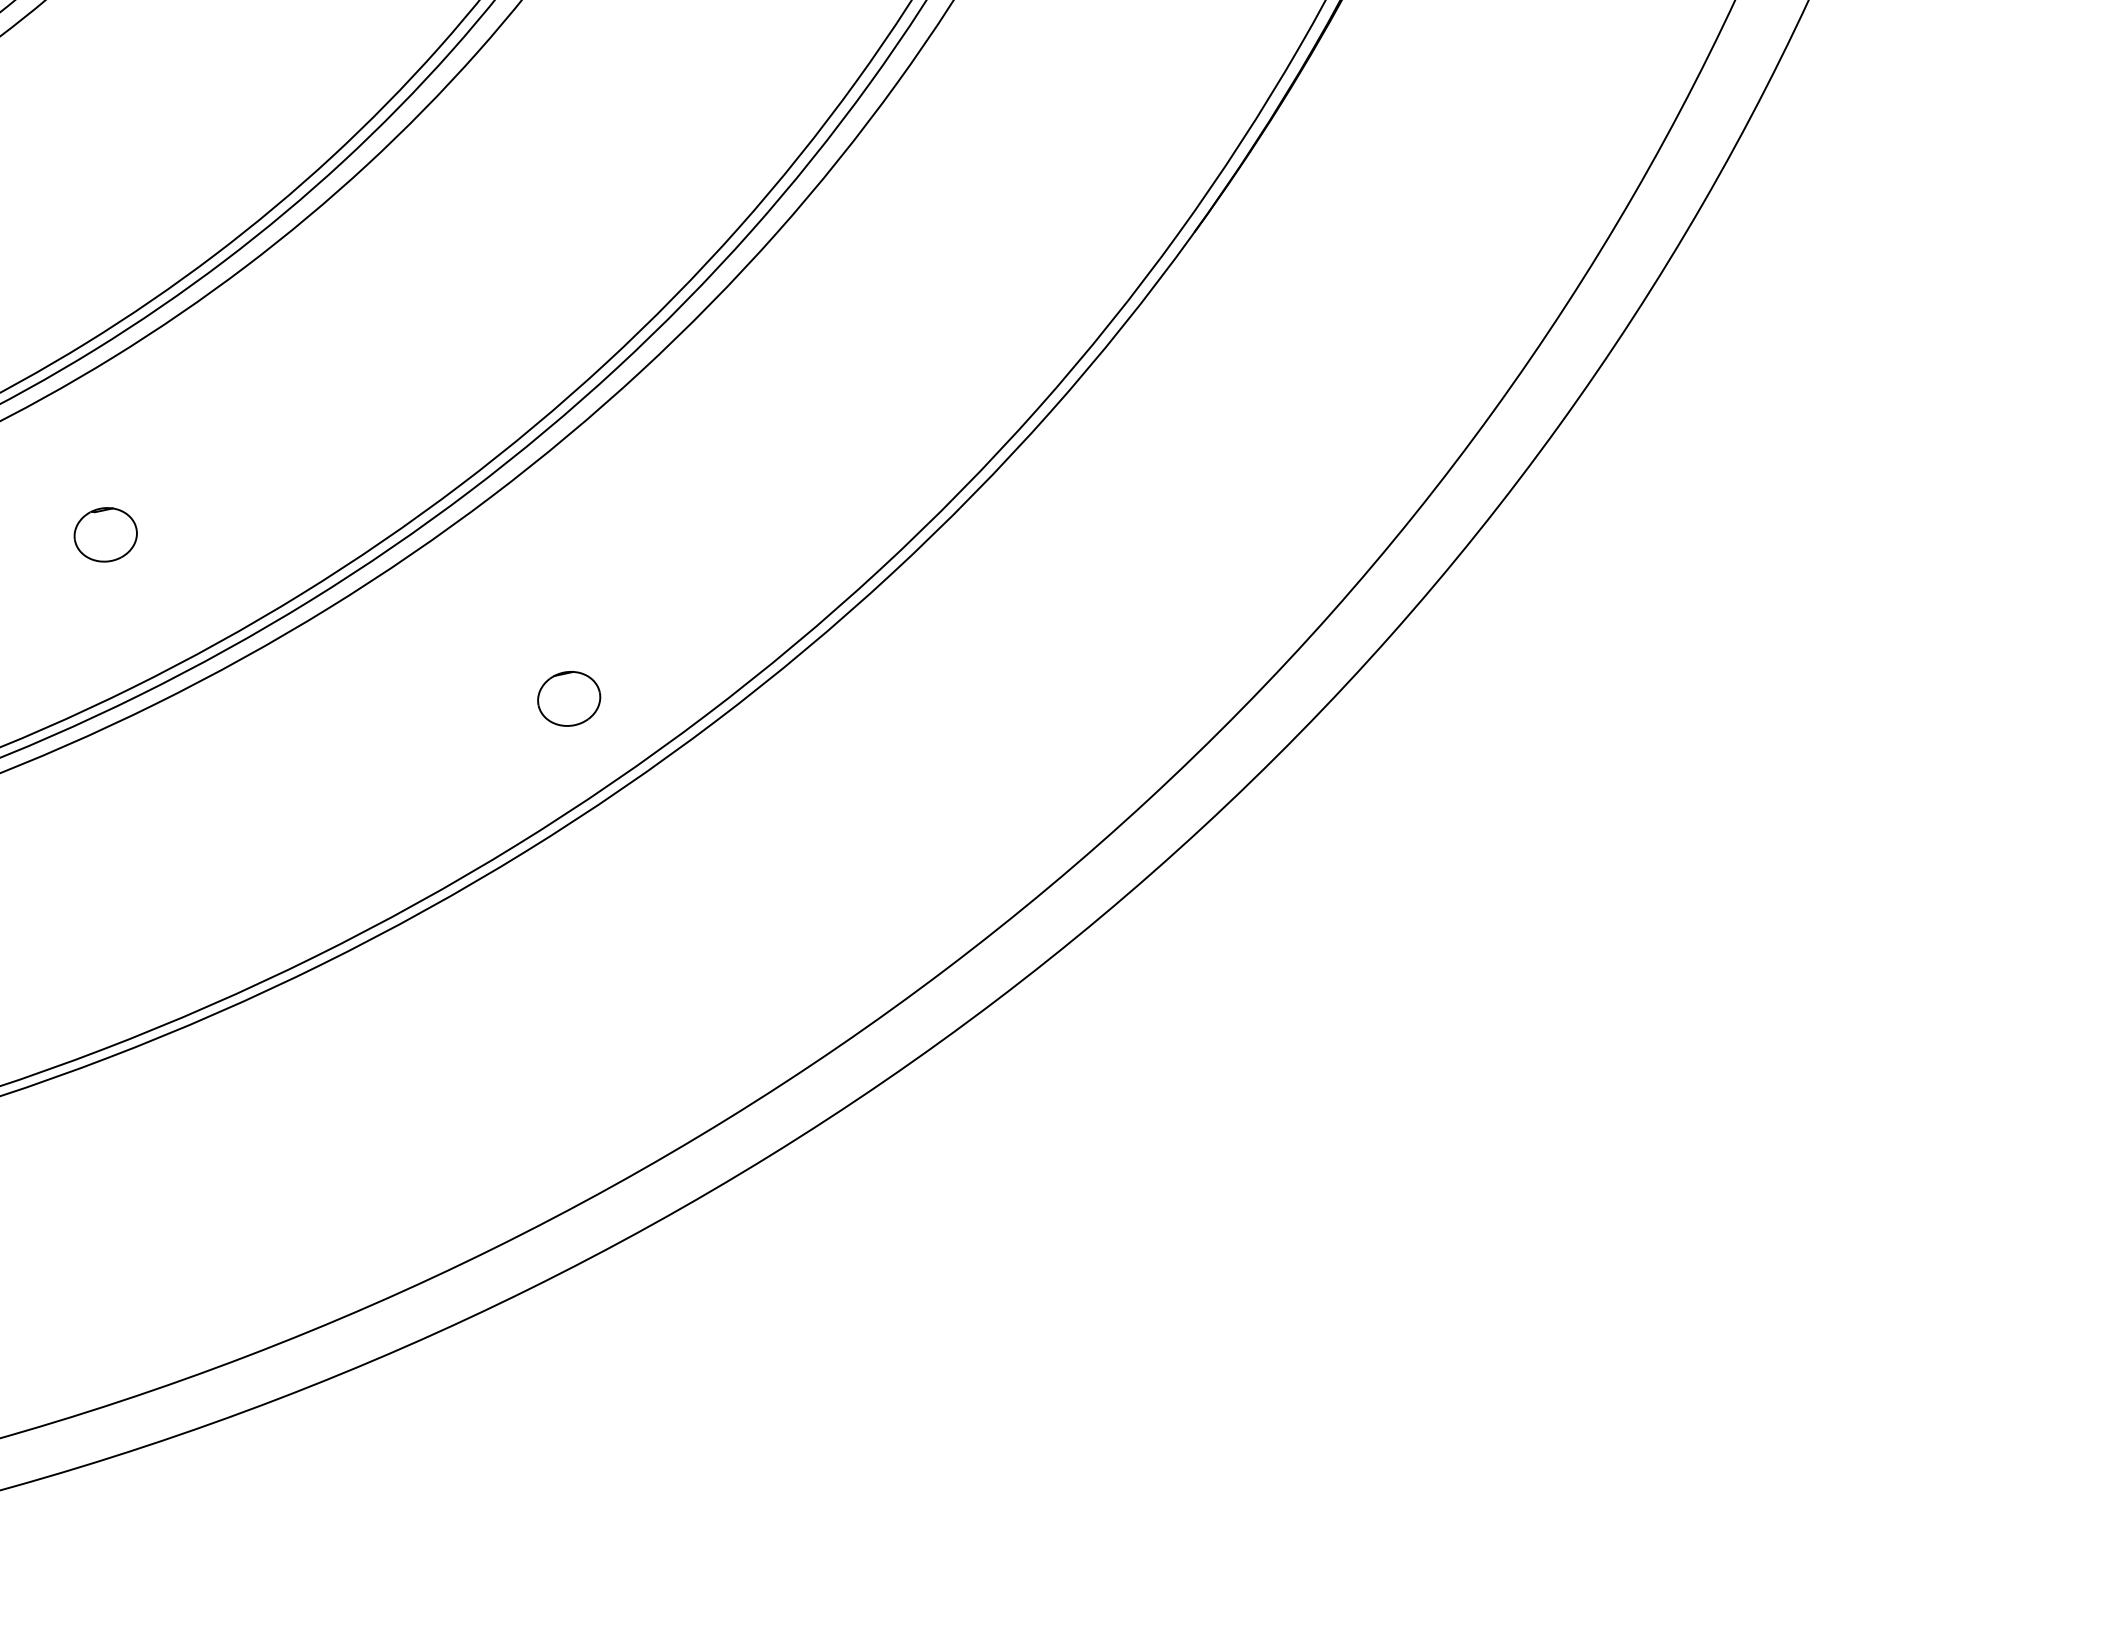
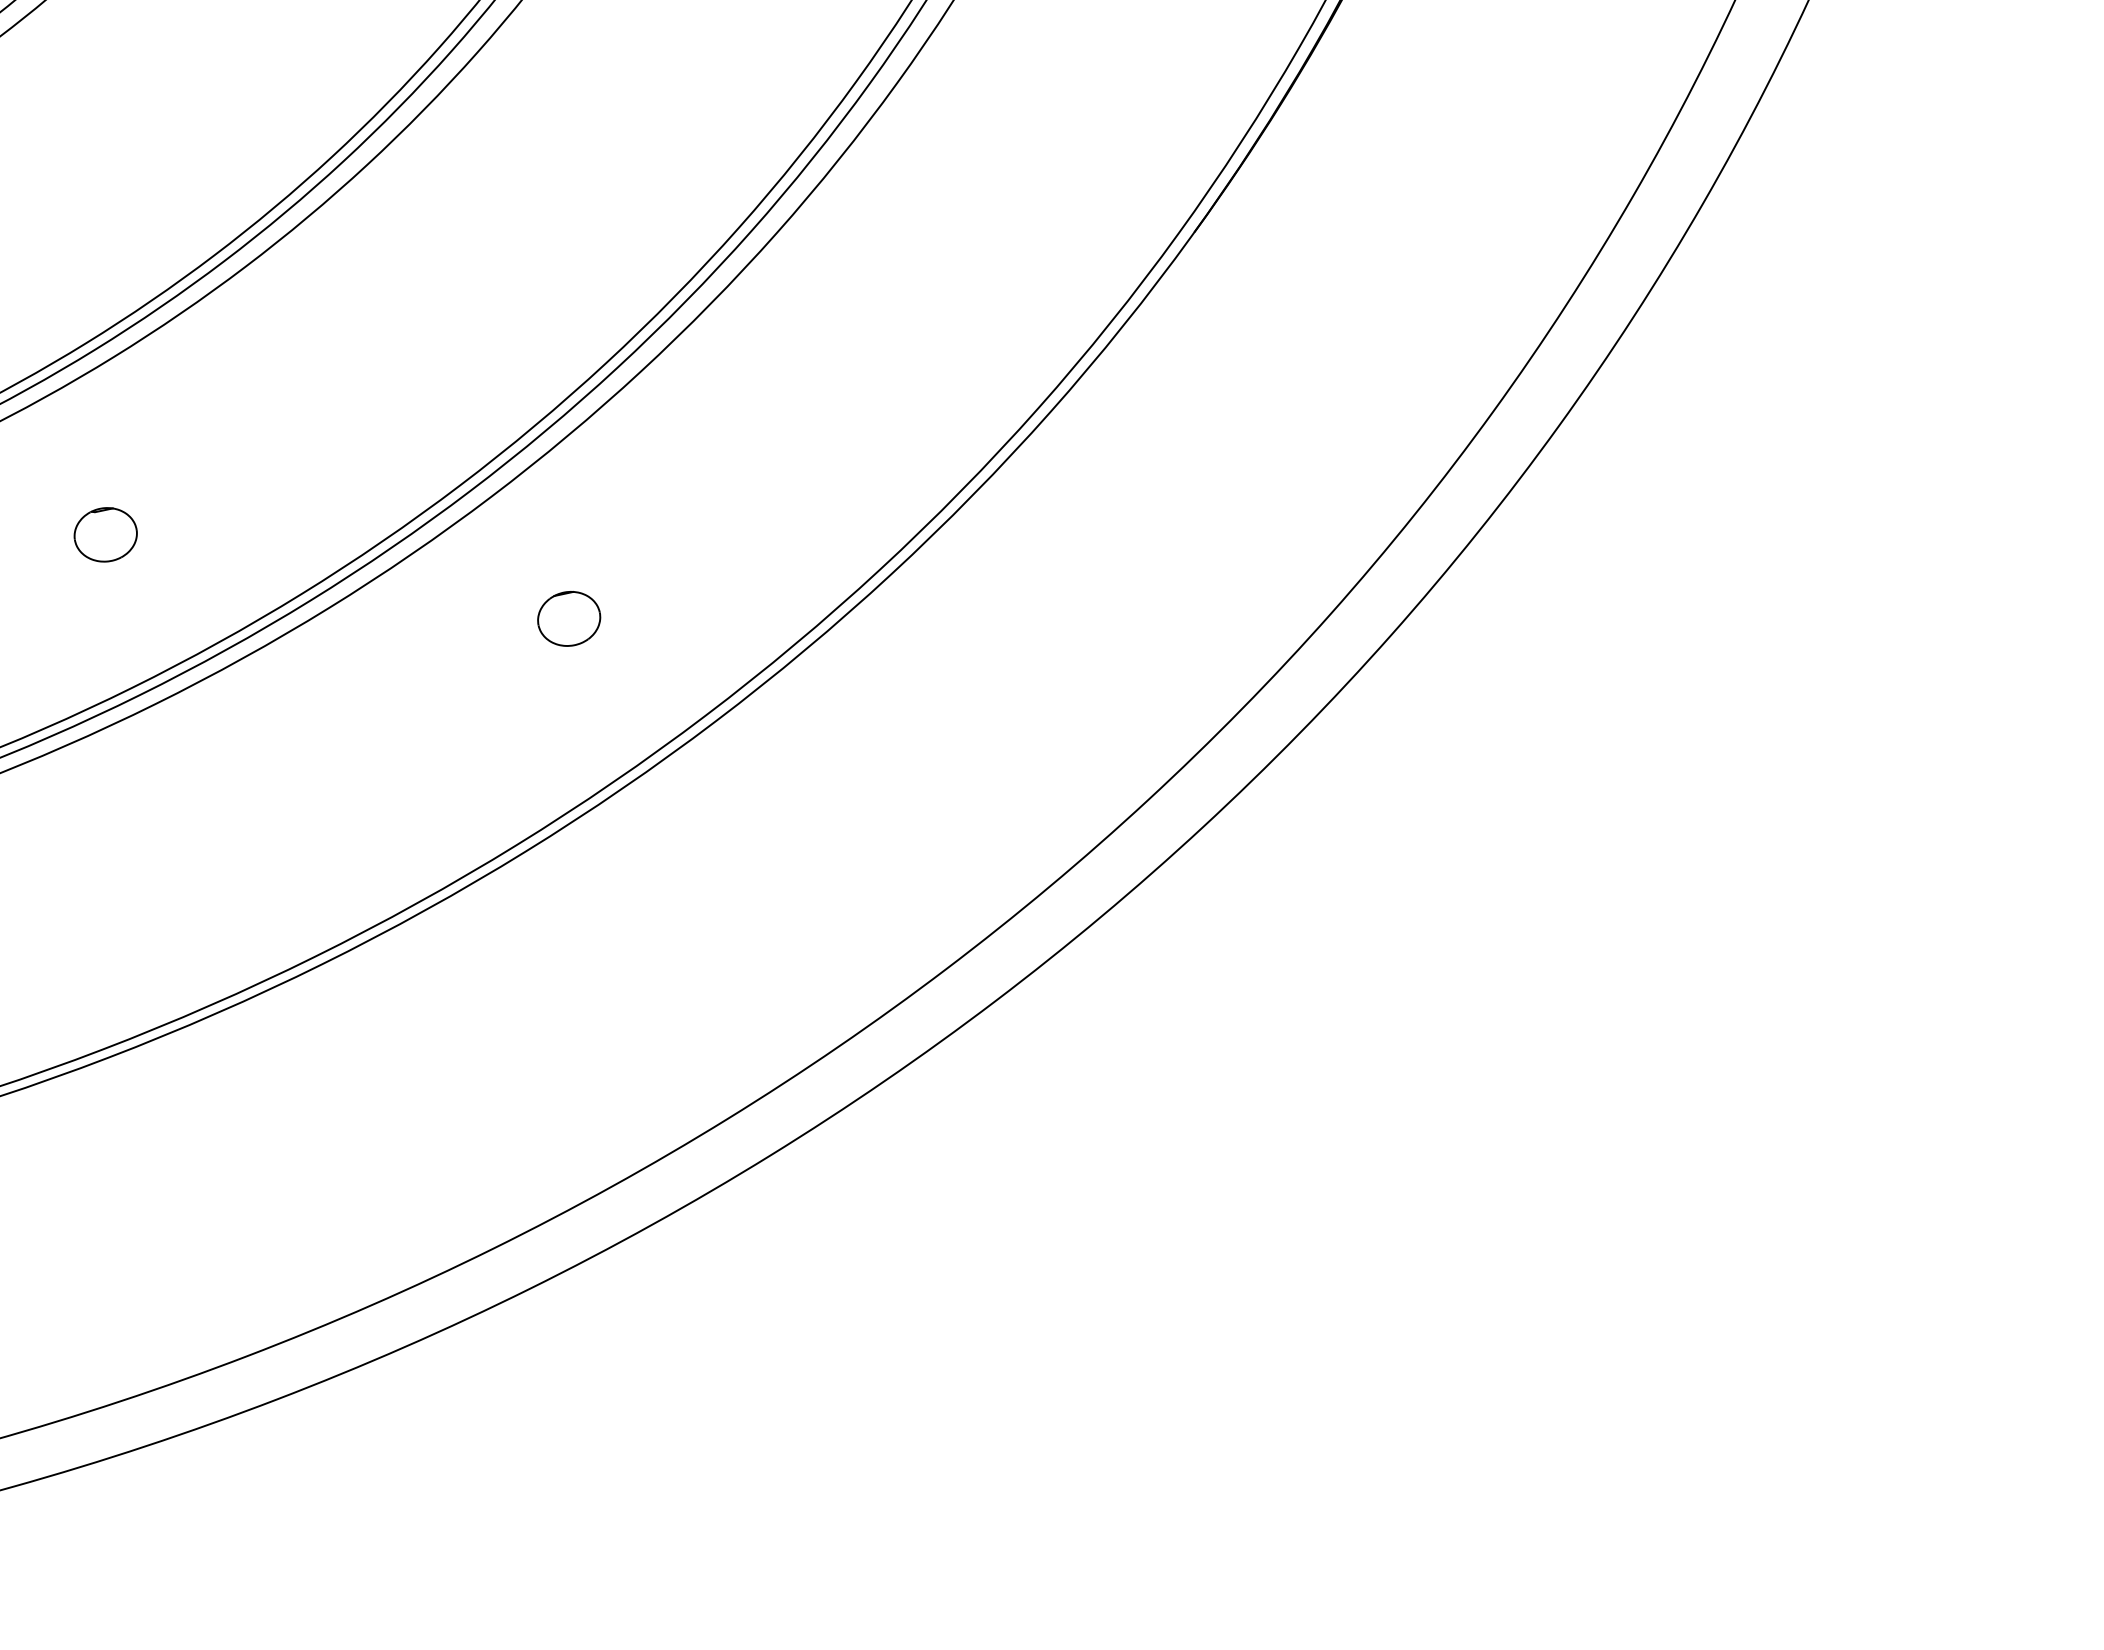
part at (569, 698) position: (569, 698) -> (569, 618)
